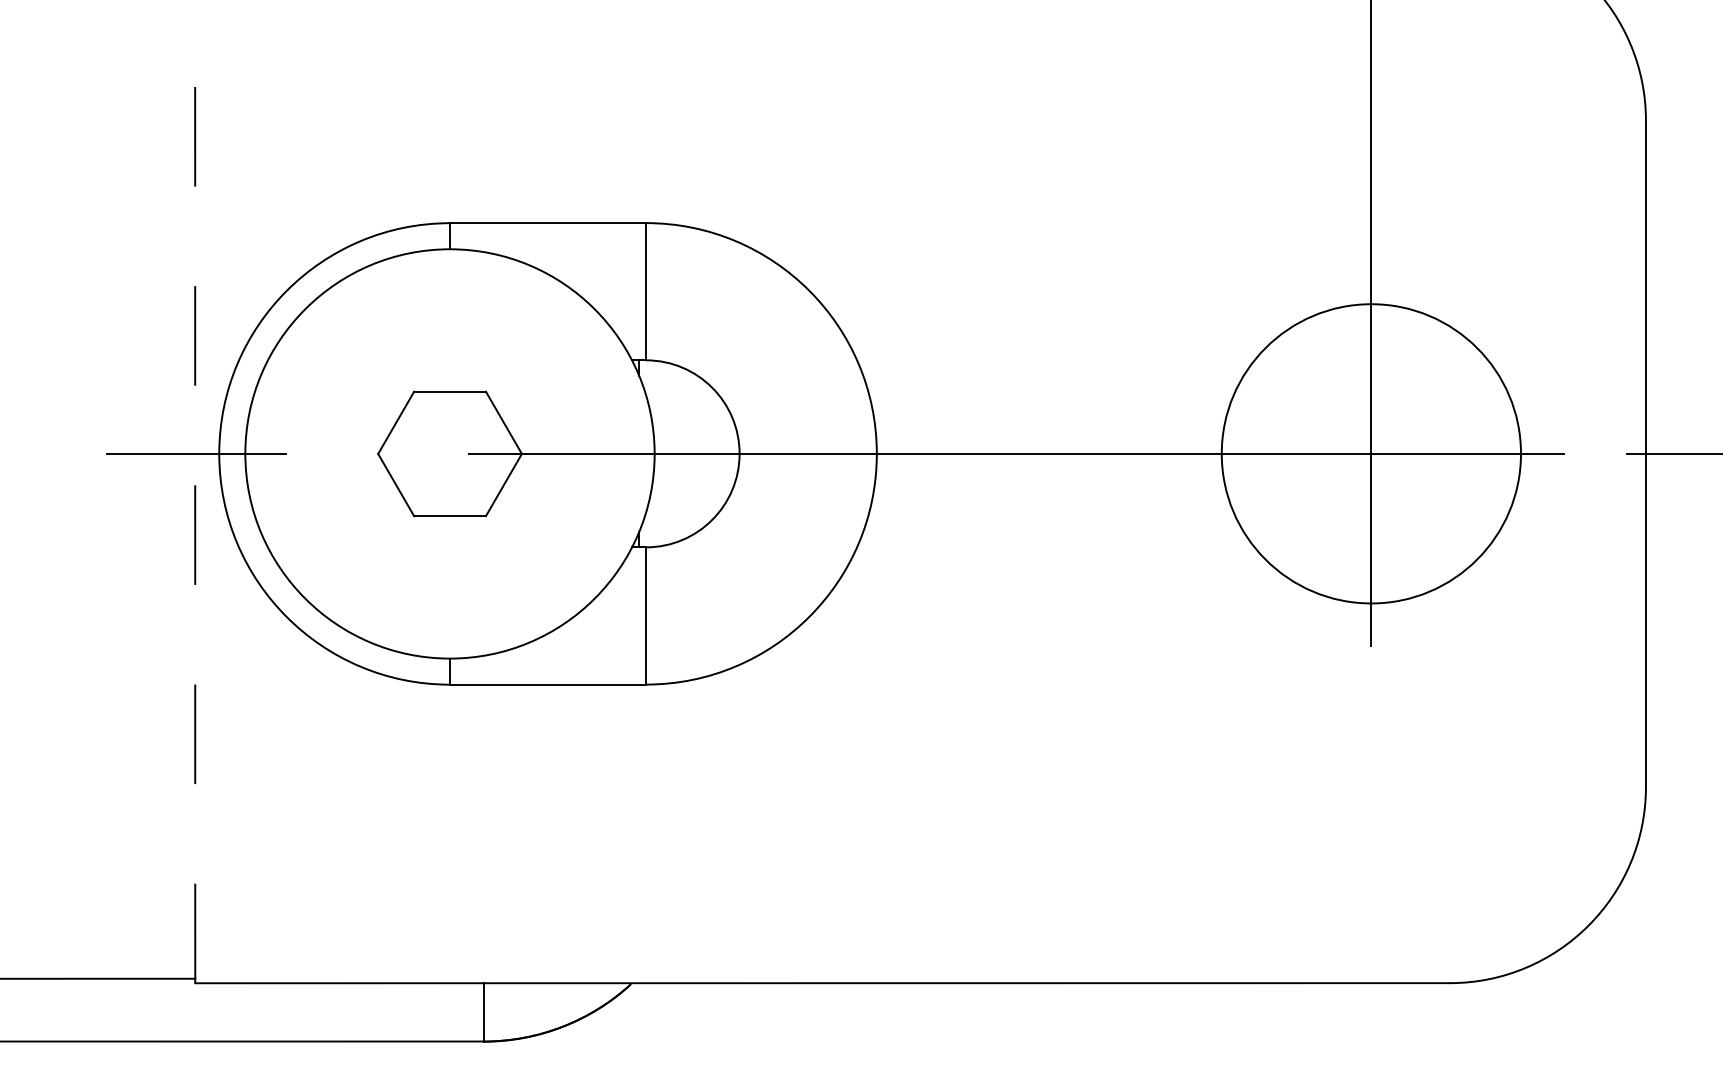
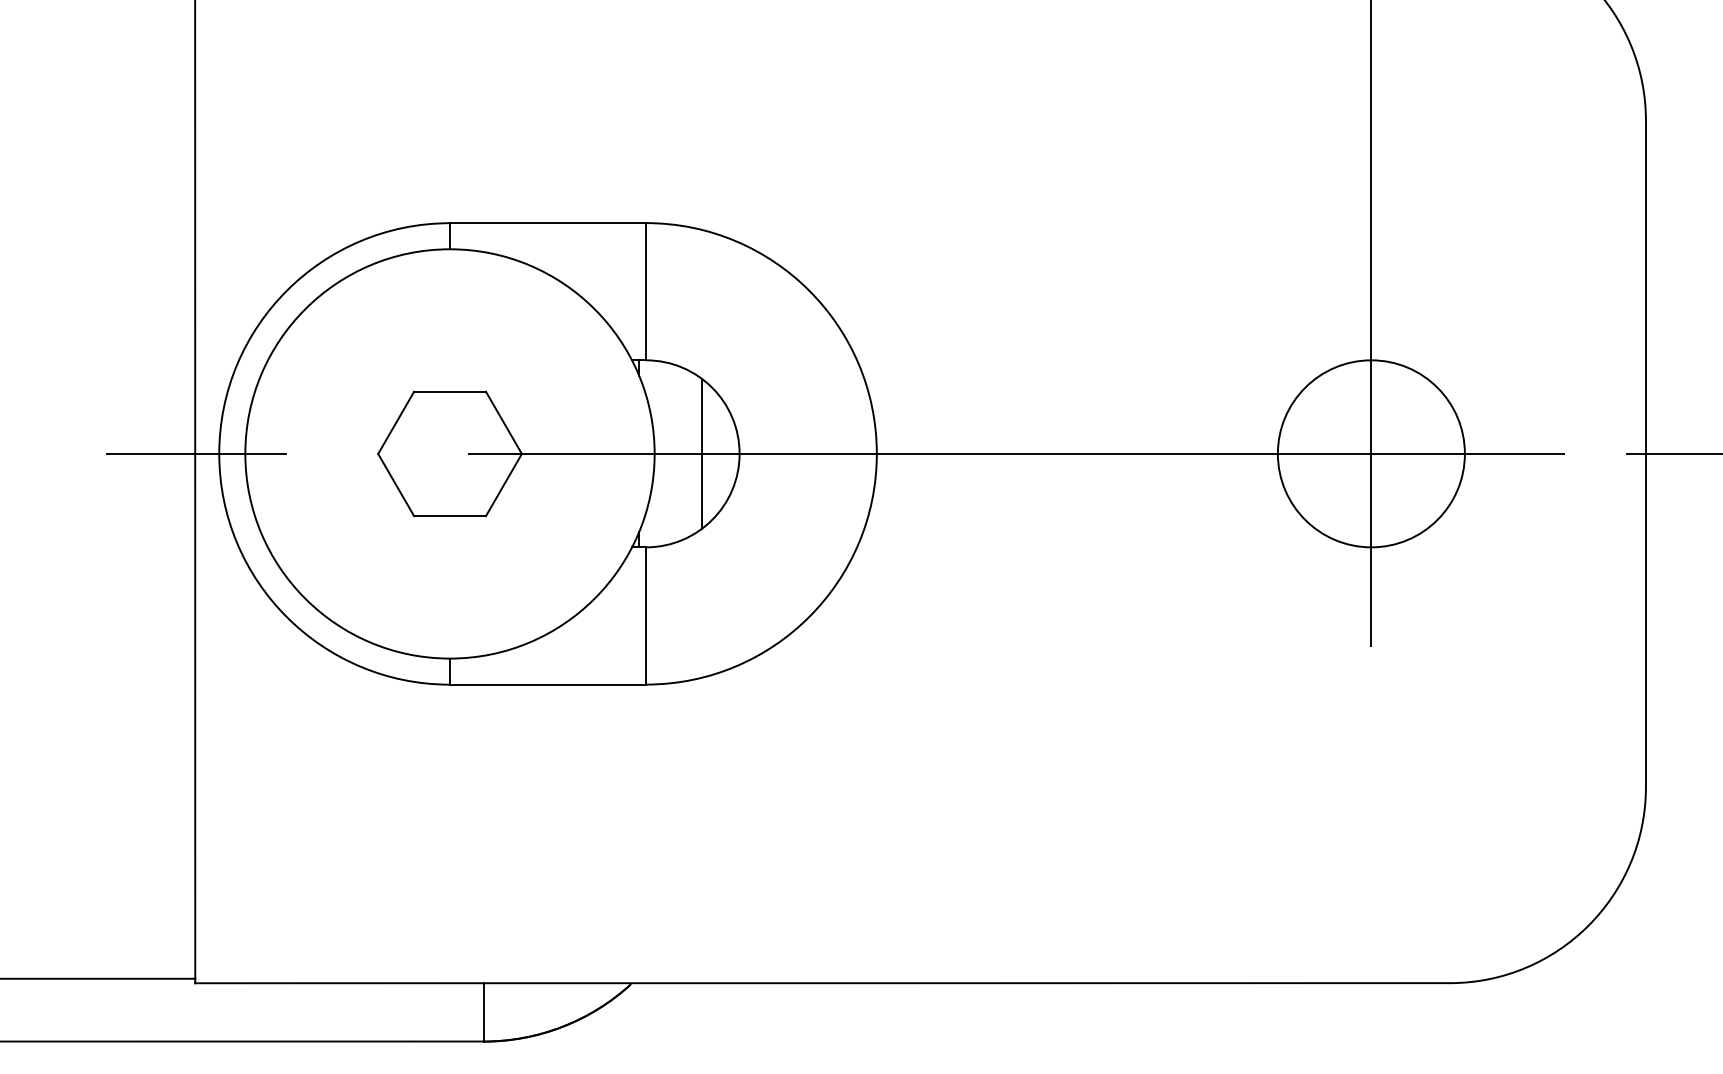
line at (701, 453): none -> present
circle at (1371, 453) diameter: 299 px -> 187 px
line at (195, 491): dashed -> solid
